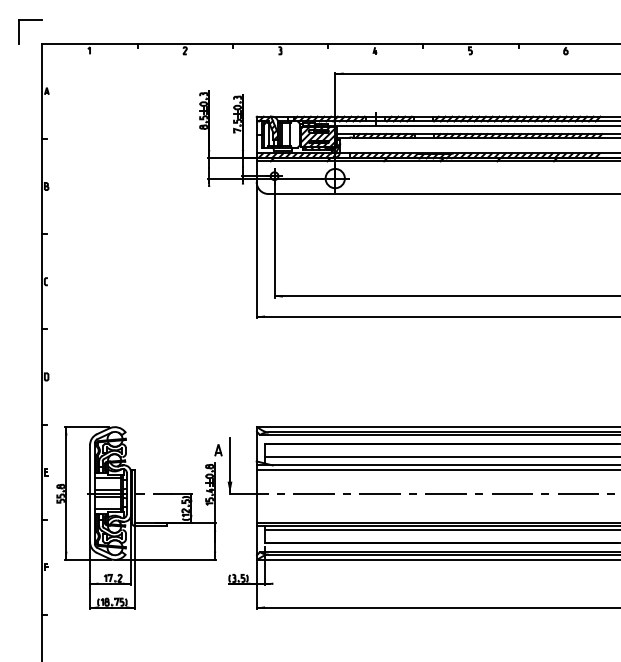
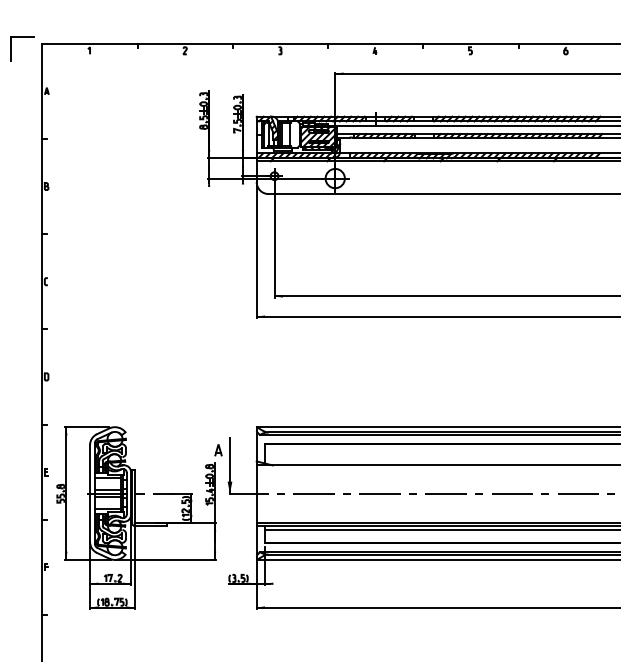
part at (30, 20) position: (30, 20) -> (22, 37)
line at (441, 457): present -> none
line at (436, 470): present -> none
